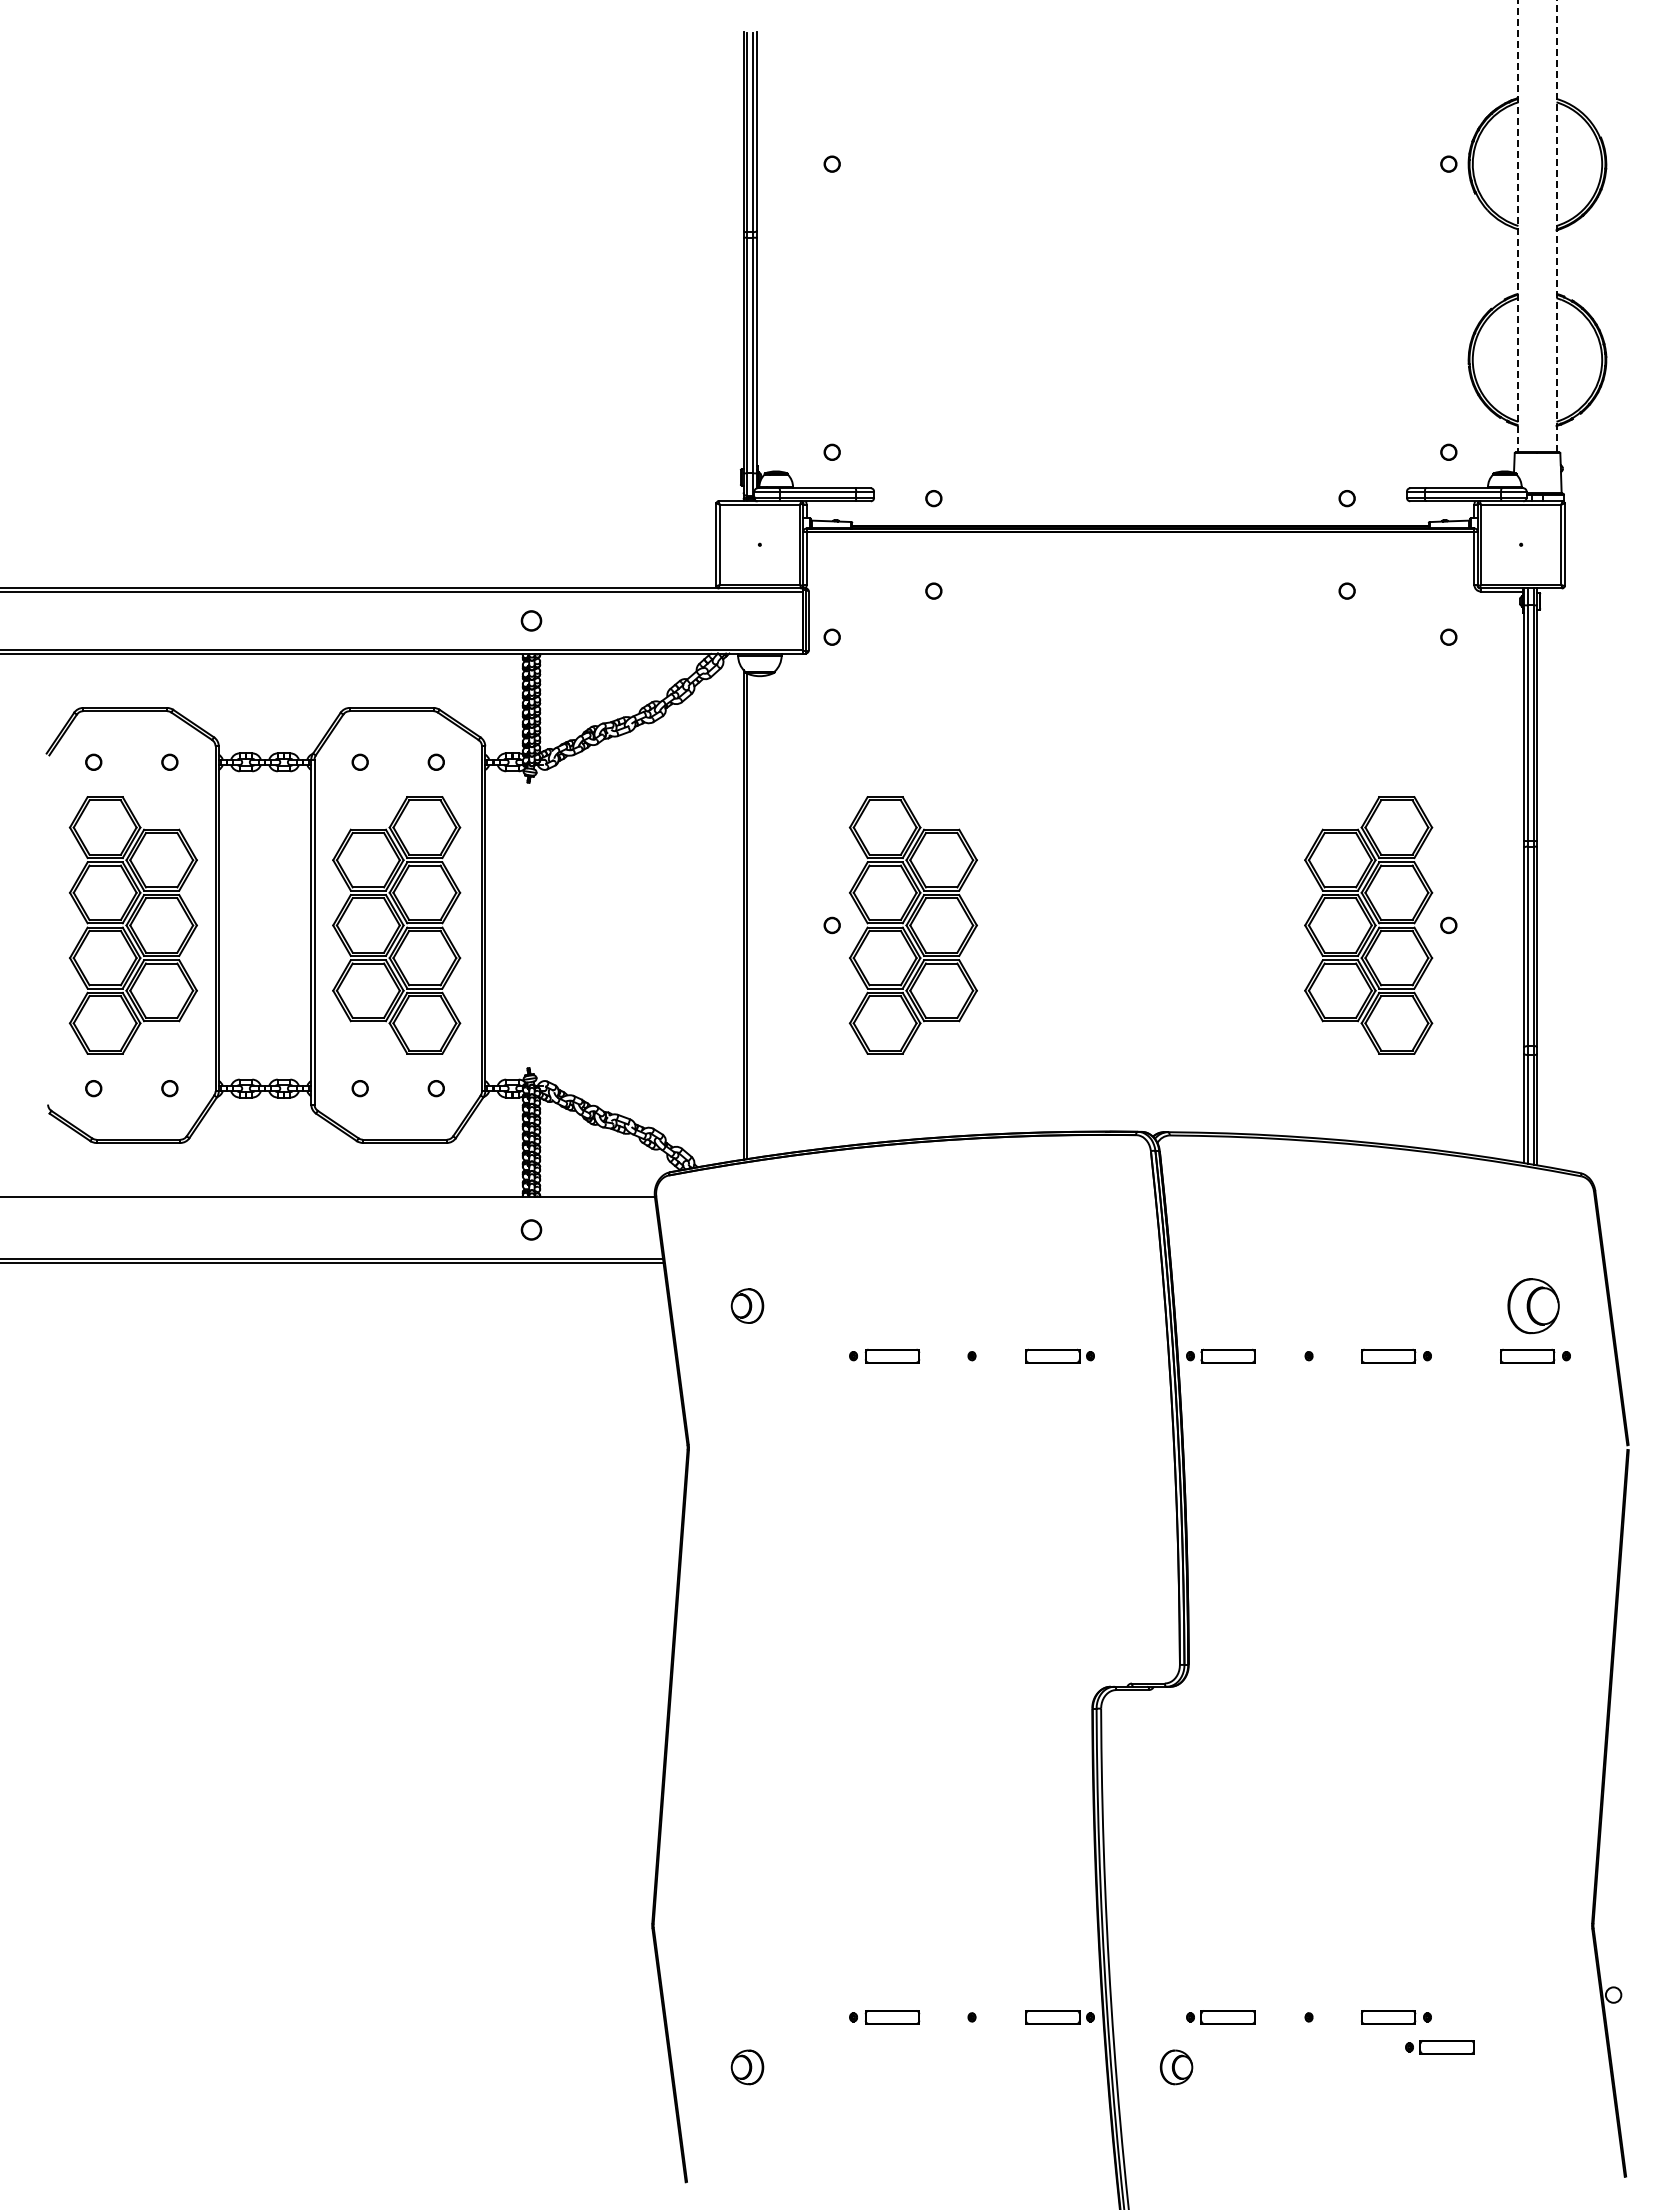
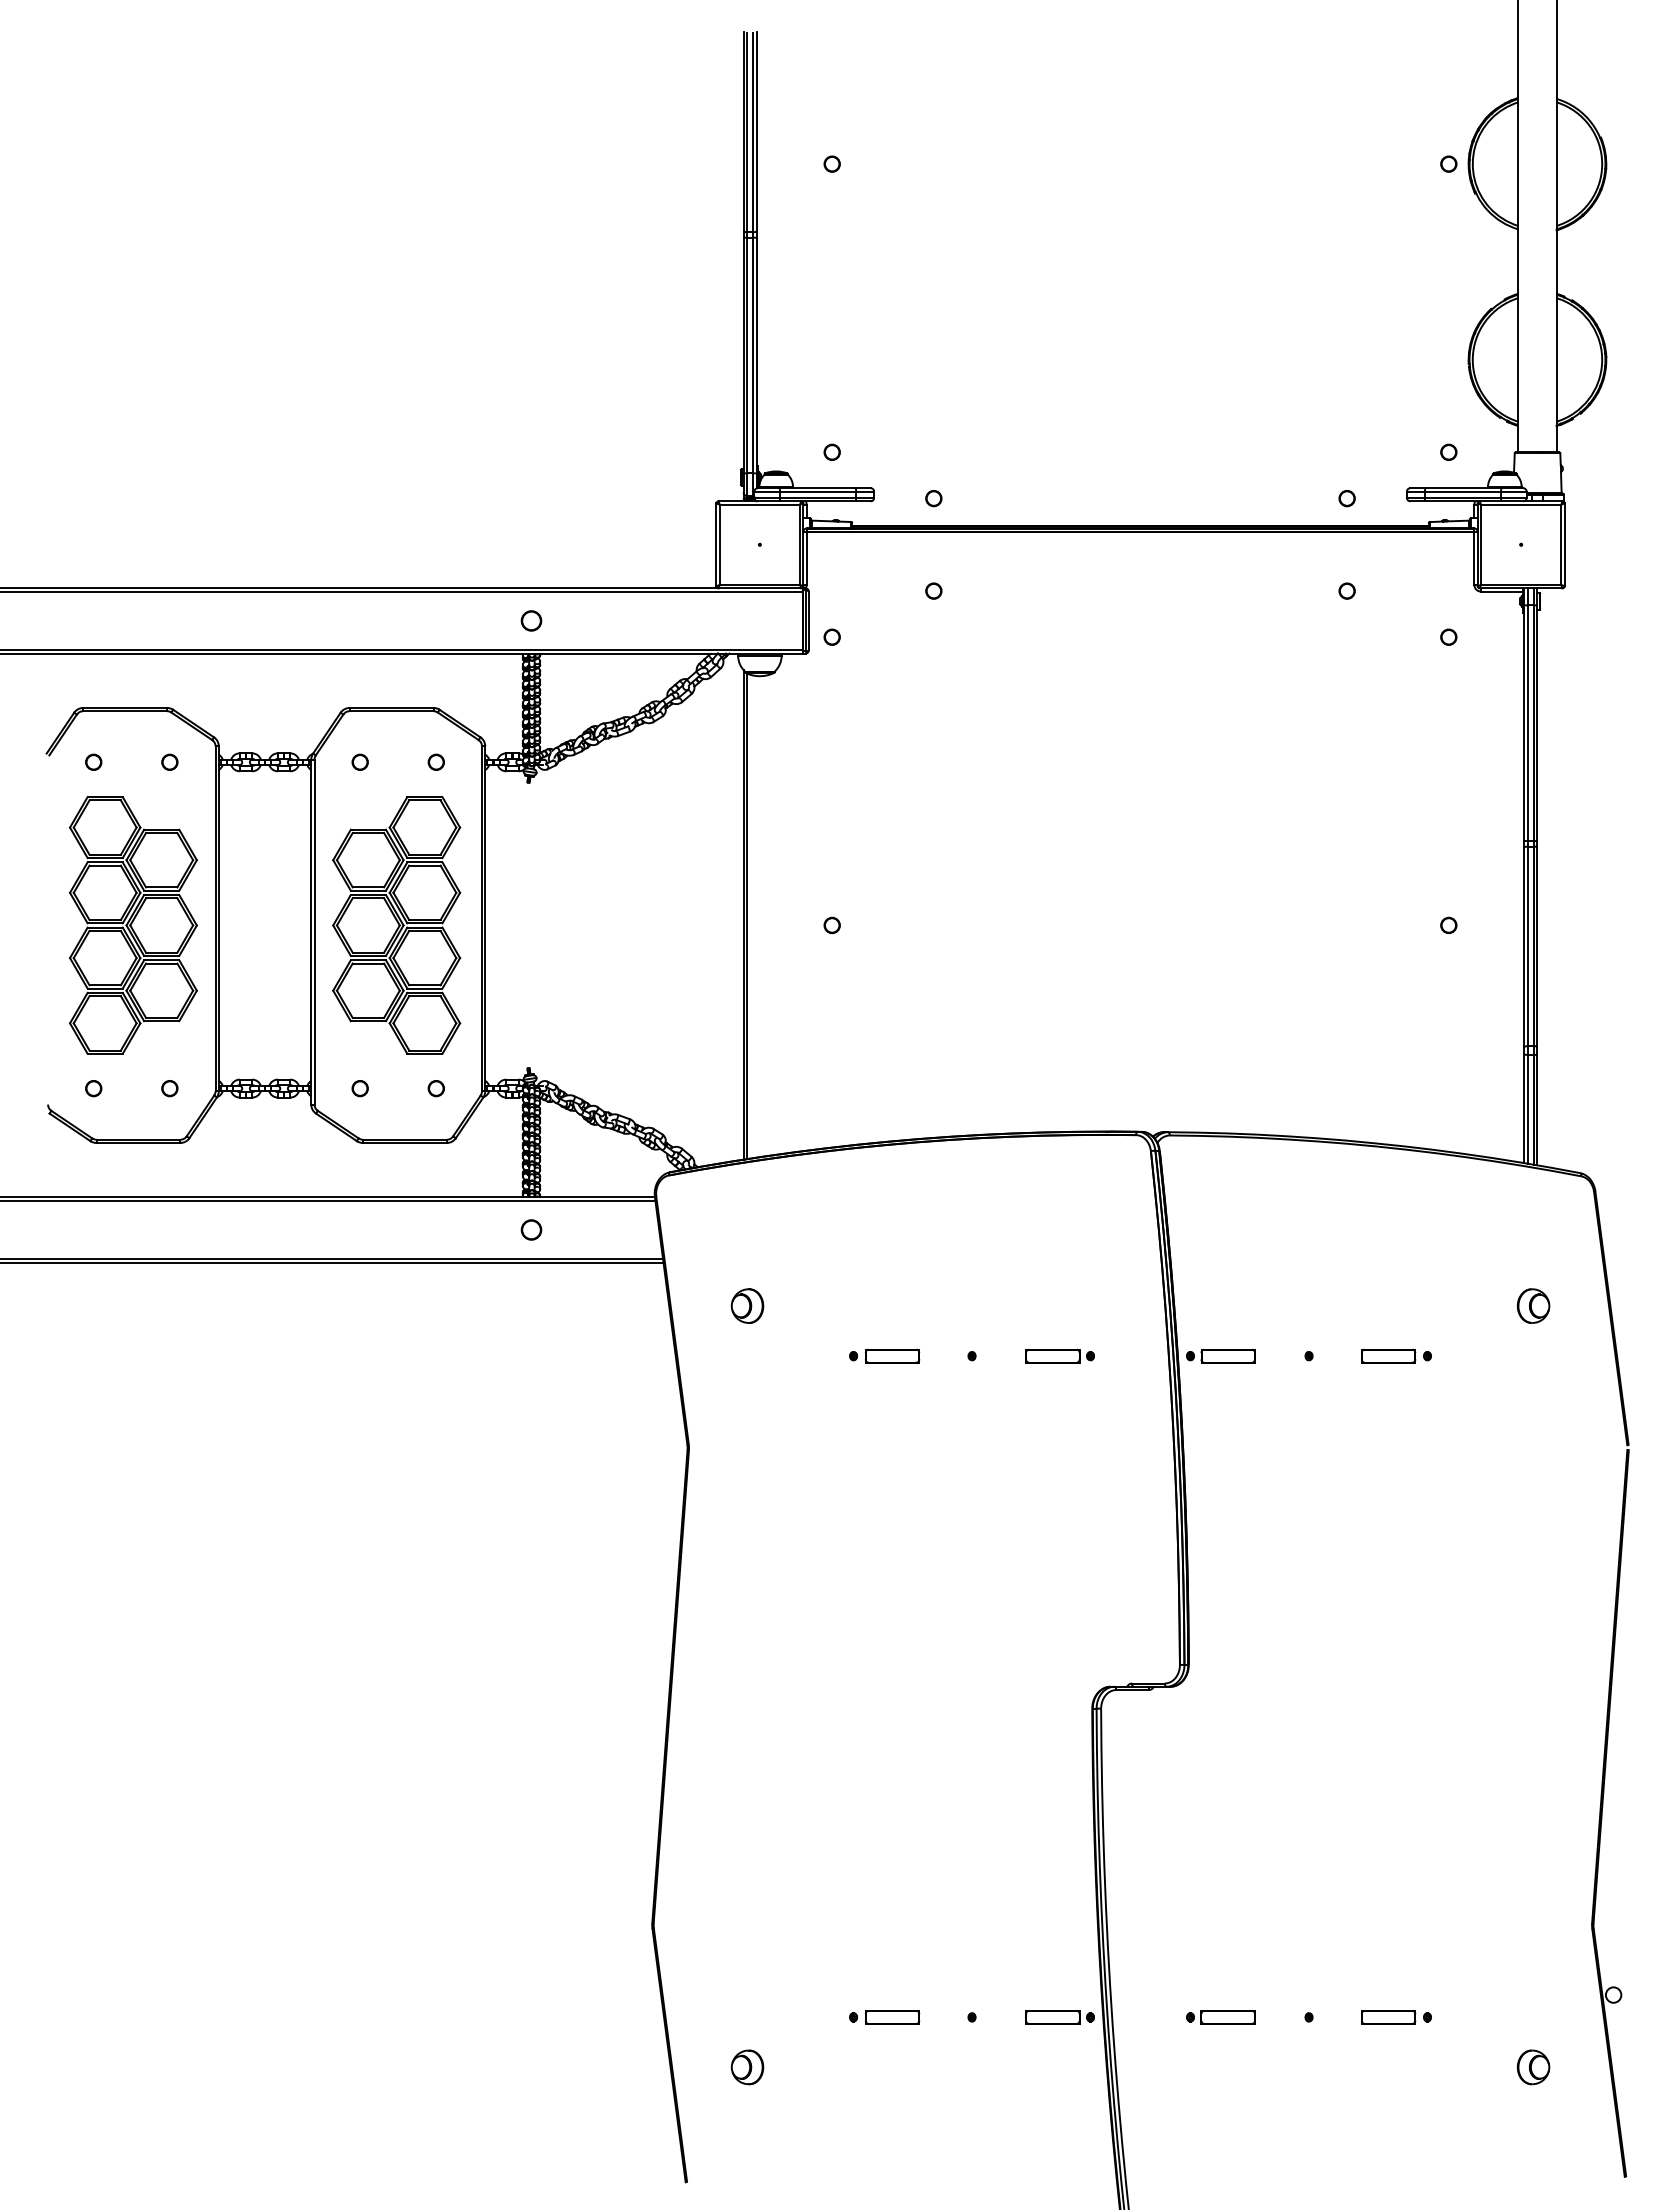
line at (1518, 226): dashed -> solid
line at (1556, 226): dashed -> solid
part at (912, 925): present -> none
part at (1368, 925): present -> none
line at (328, 1200): none -> present
part at (1533, 1306) size: 53x57 px -> 35x36 px
part at (1535, 1355): present -> none
part at (1439, 2047): present -> none
part at (1176, 2067) position: (1176, 2067) -> (1533, 2067)
